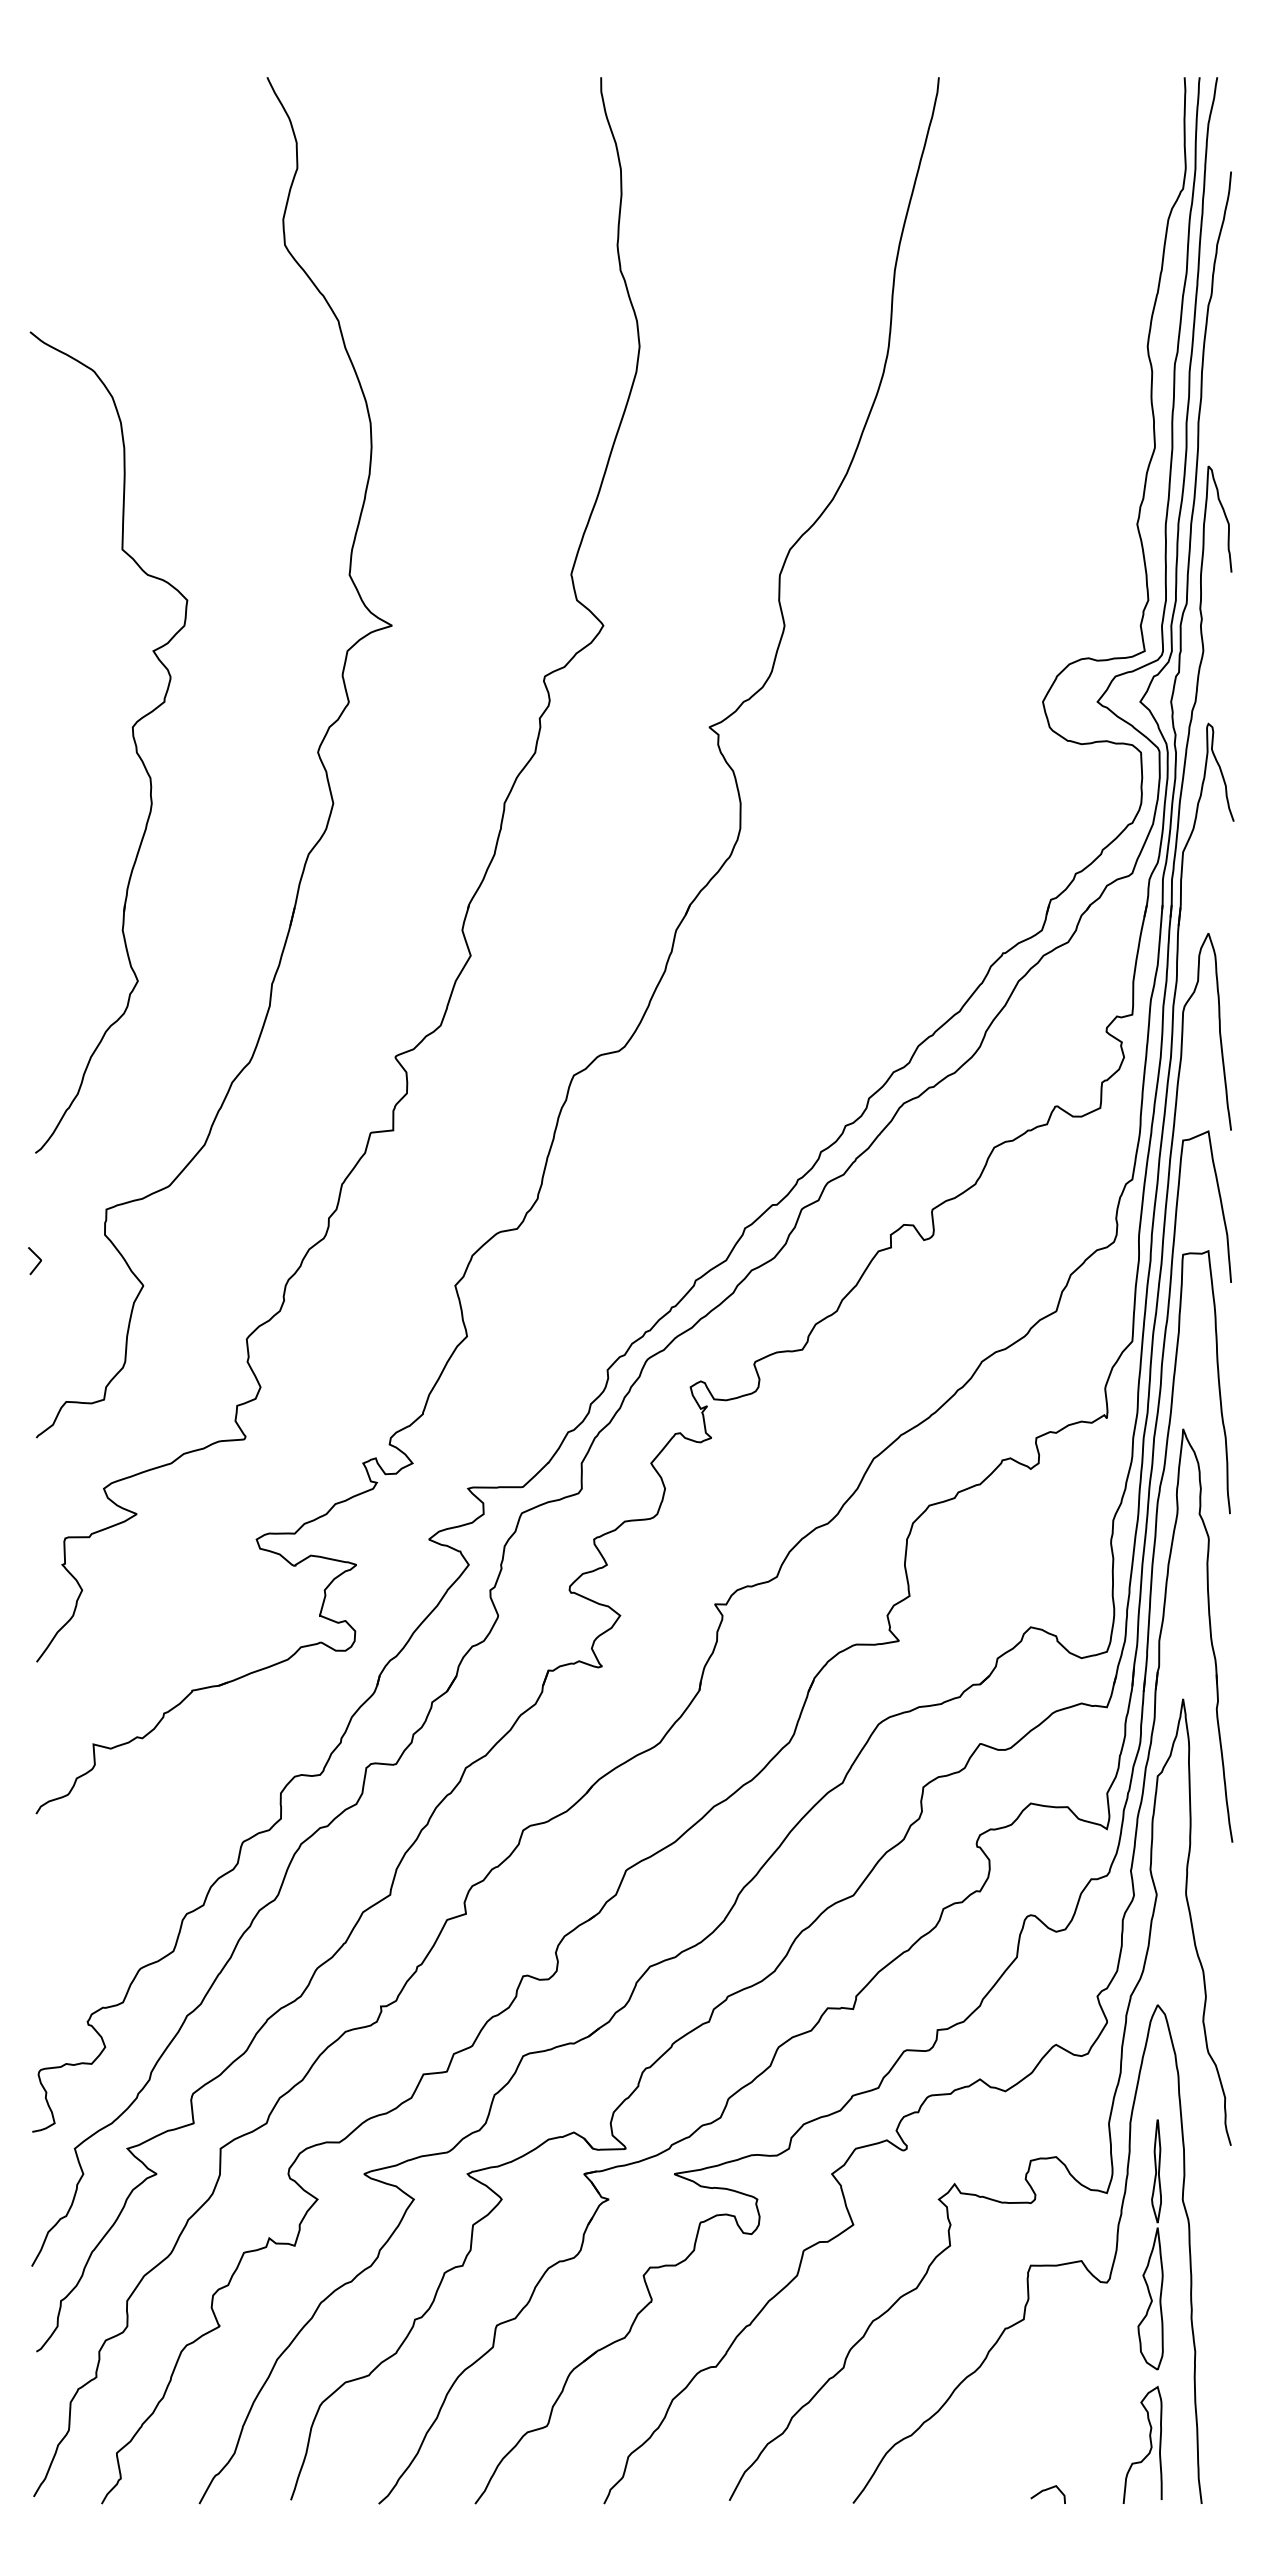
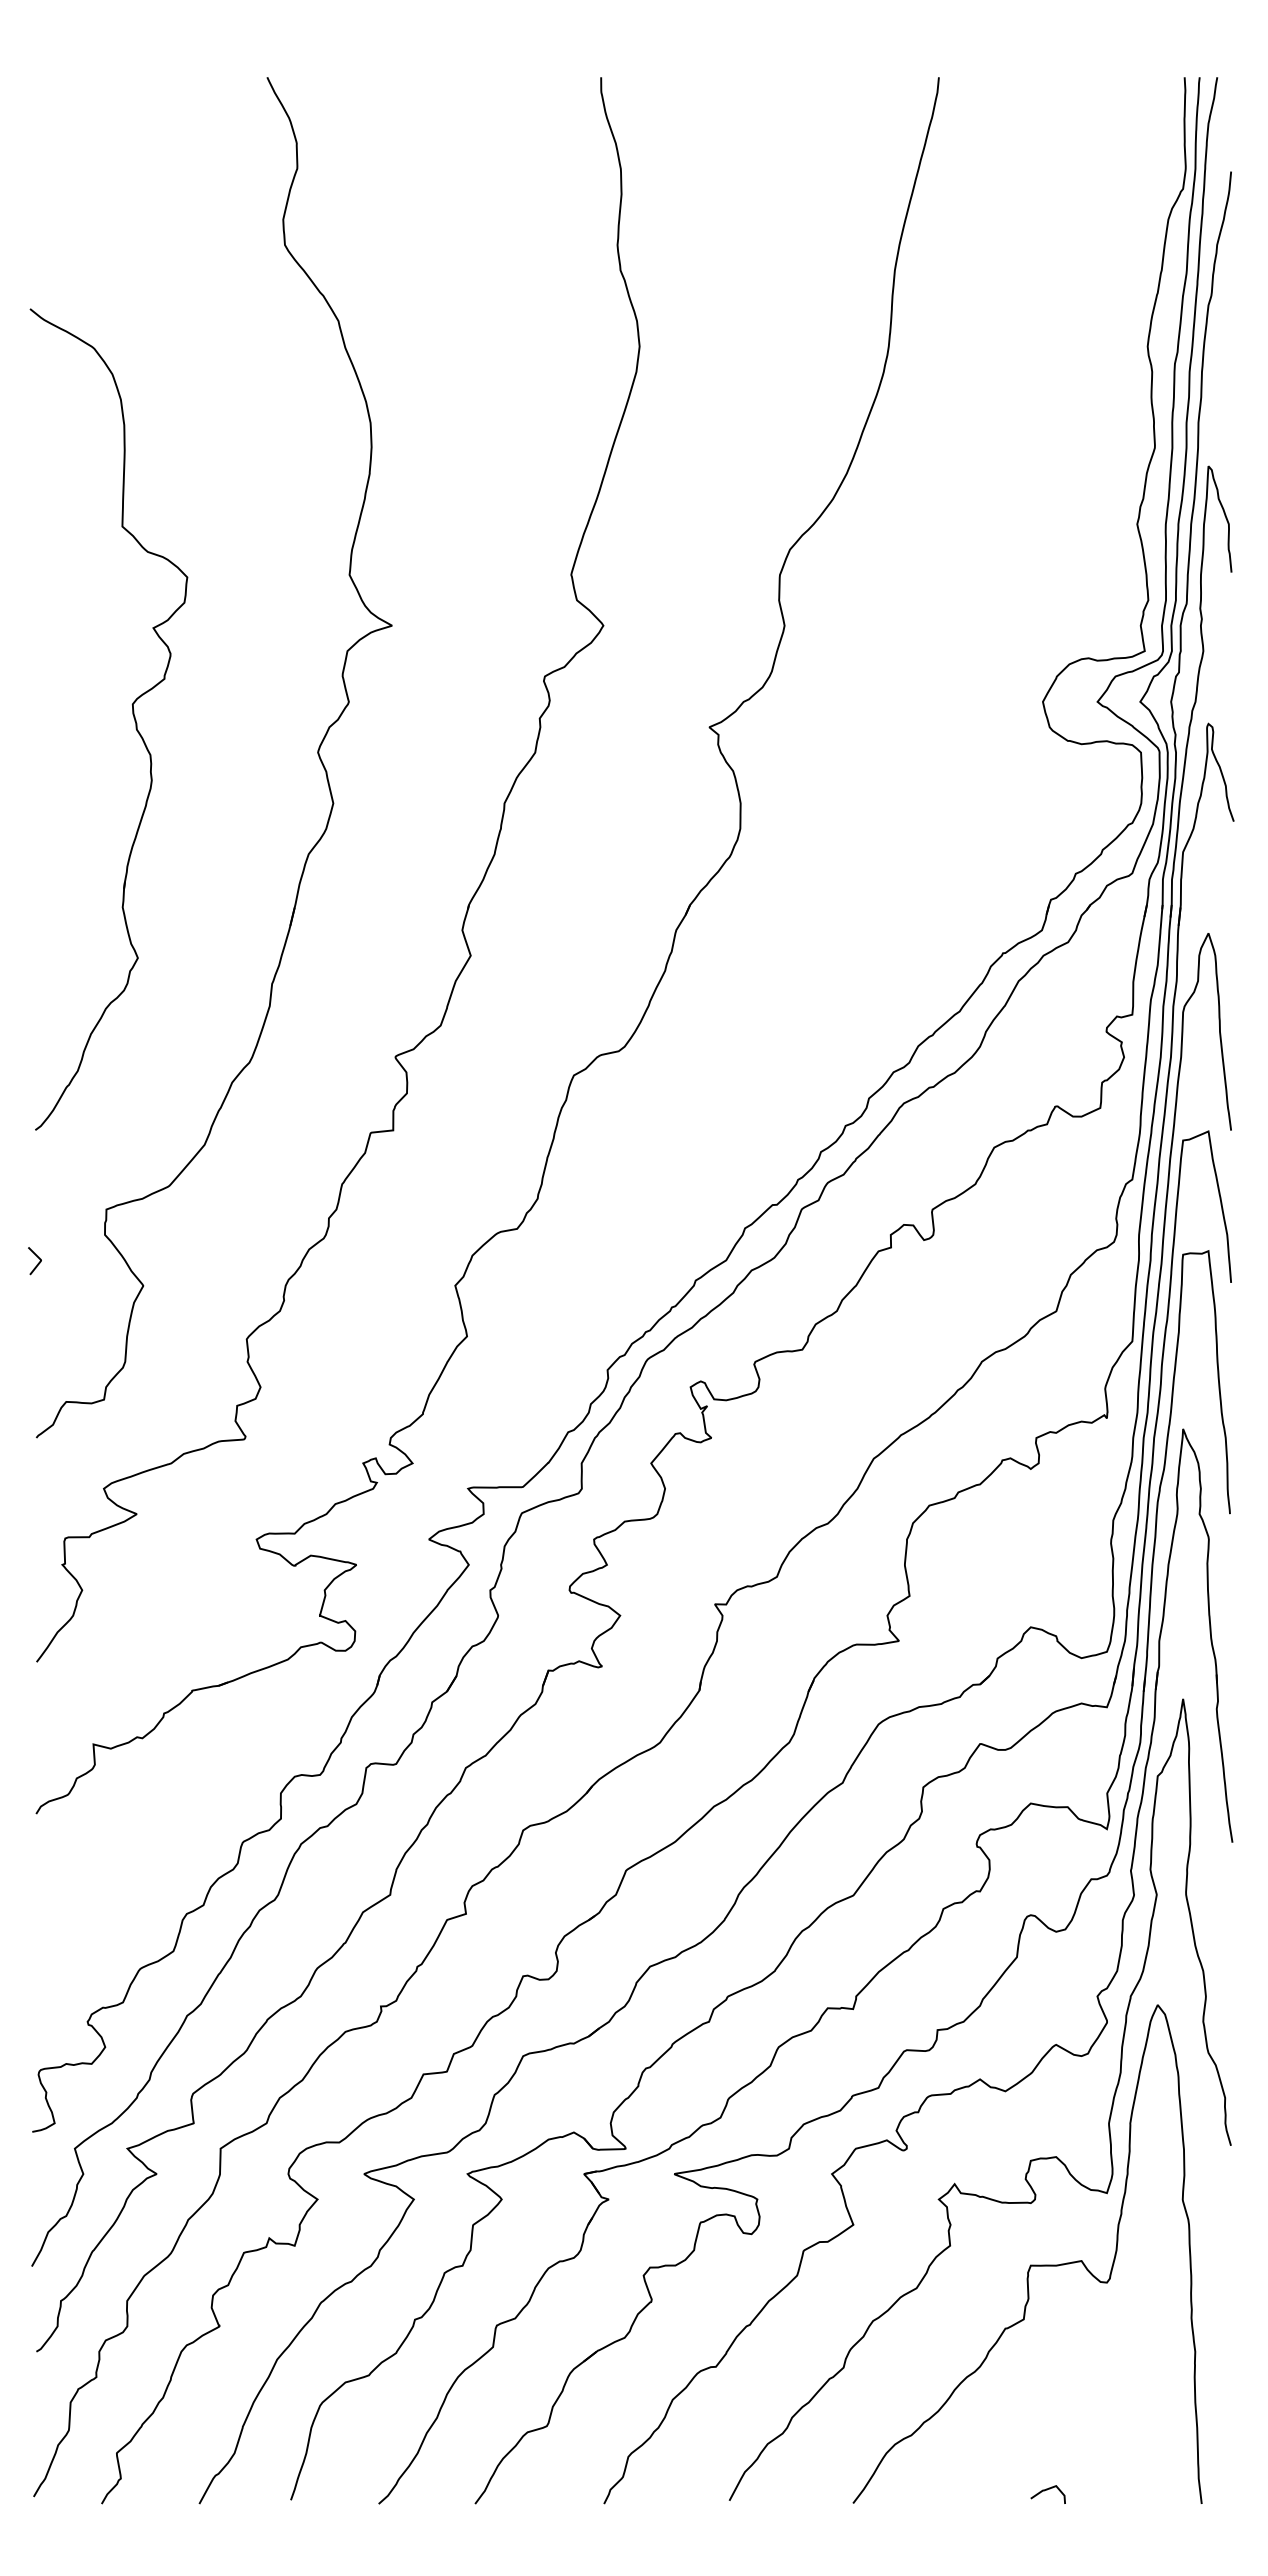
part at (132, 737) position: (132, 737) -> (132, 714)
part at (1150, 2244): present -> none
curve at (1150, 2444): present -> none
